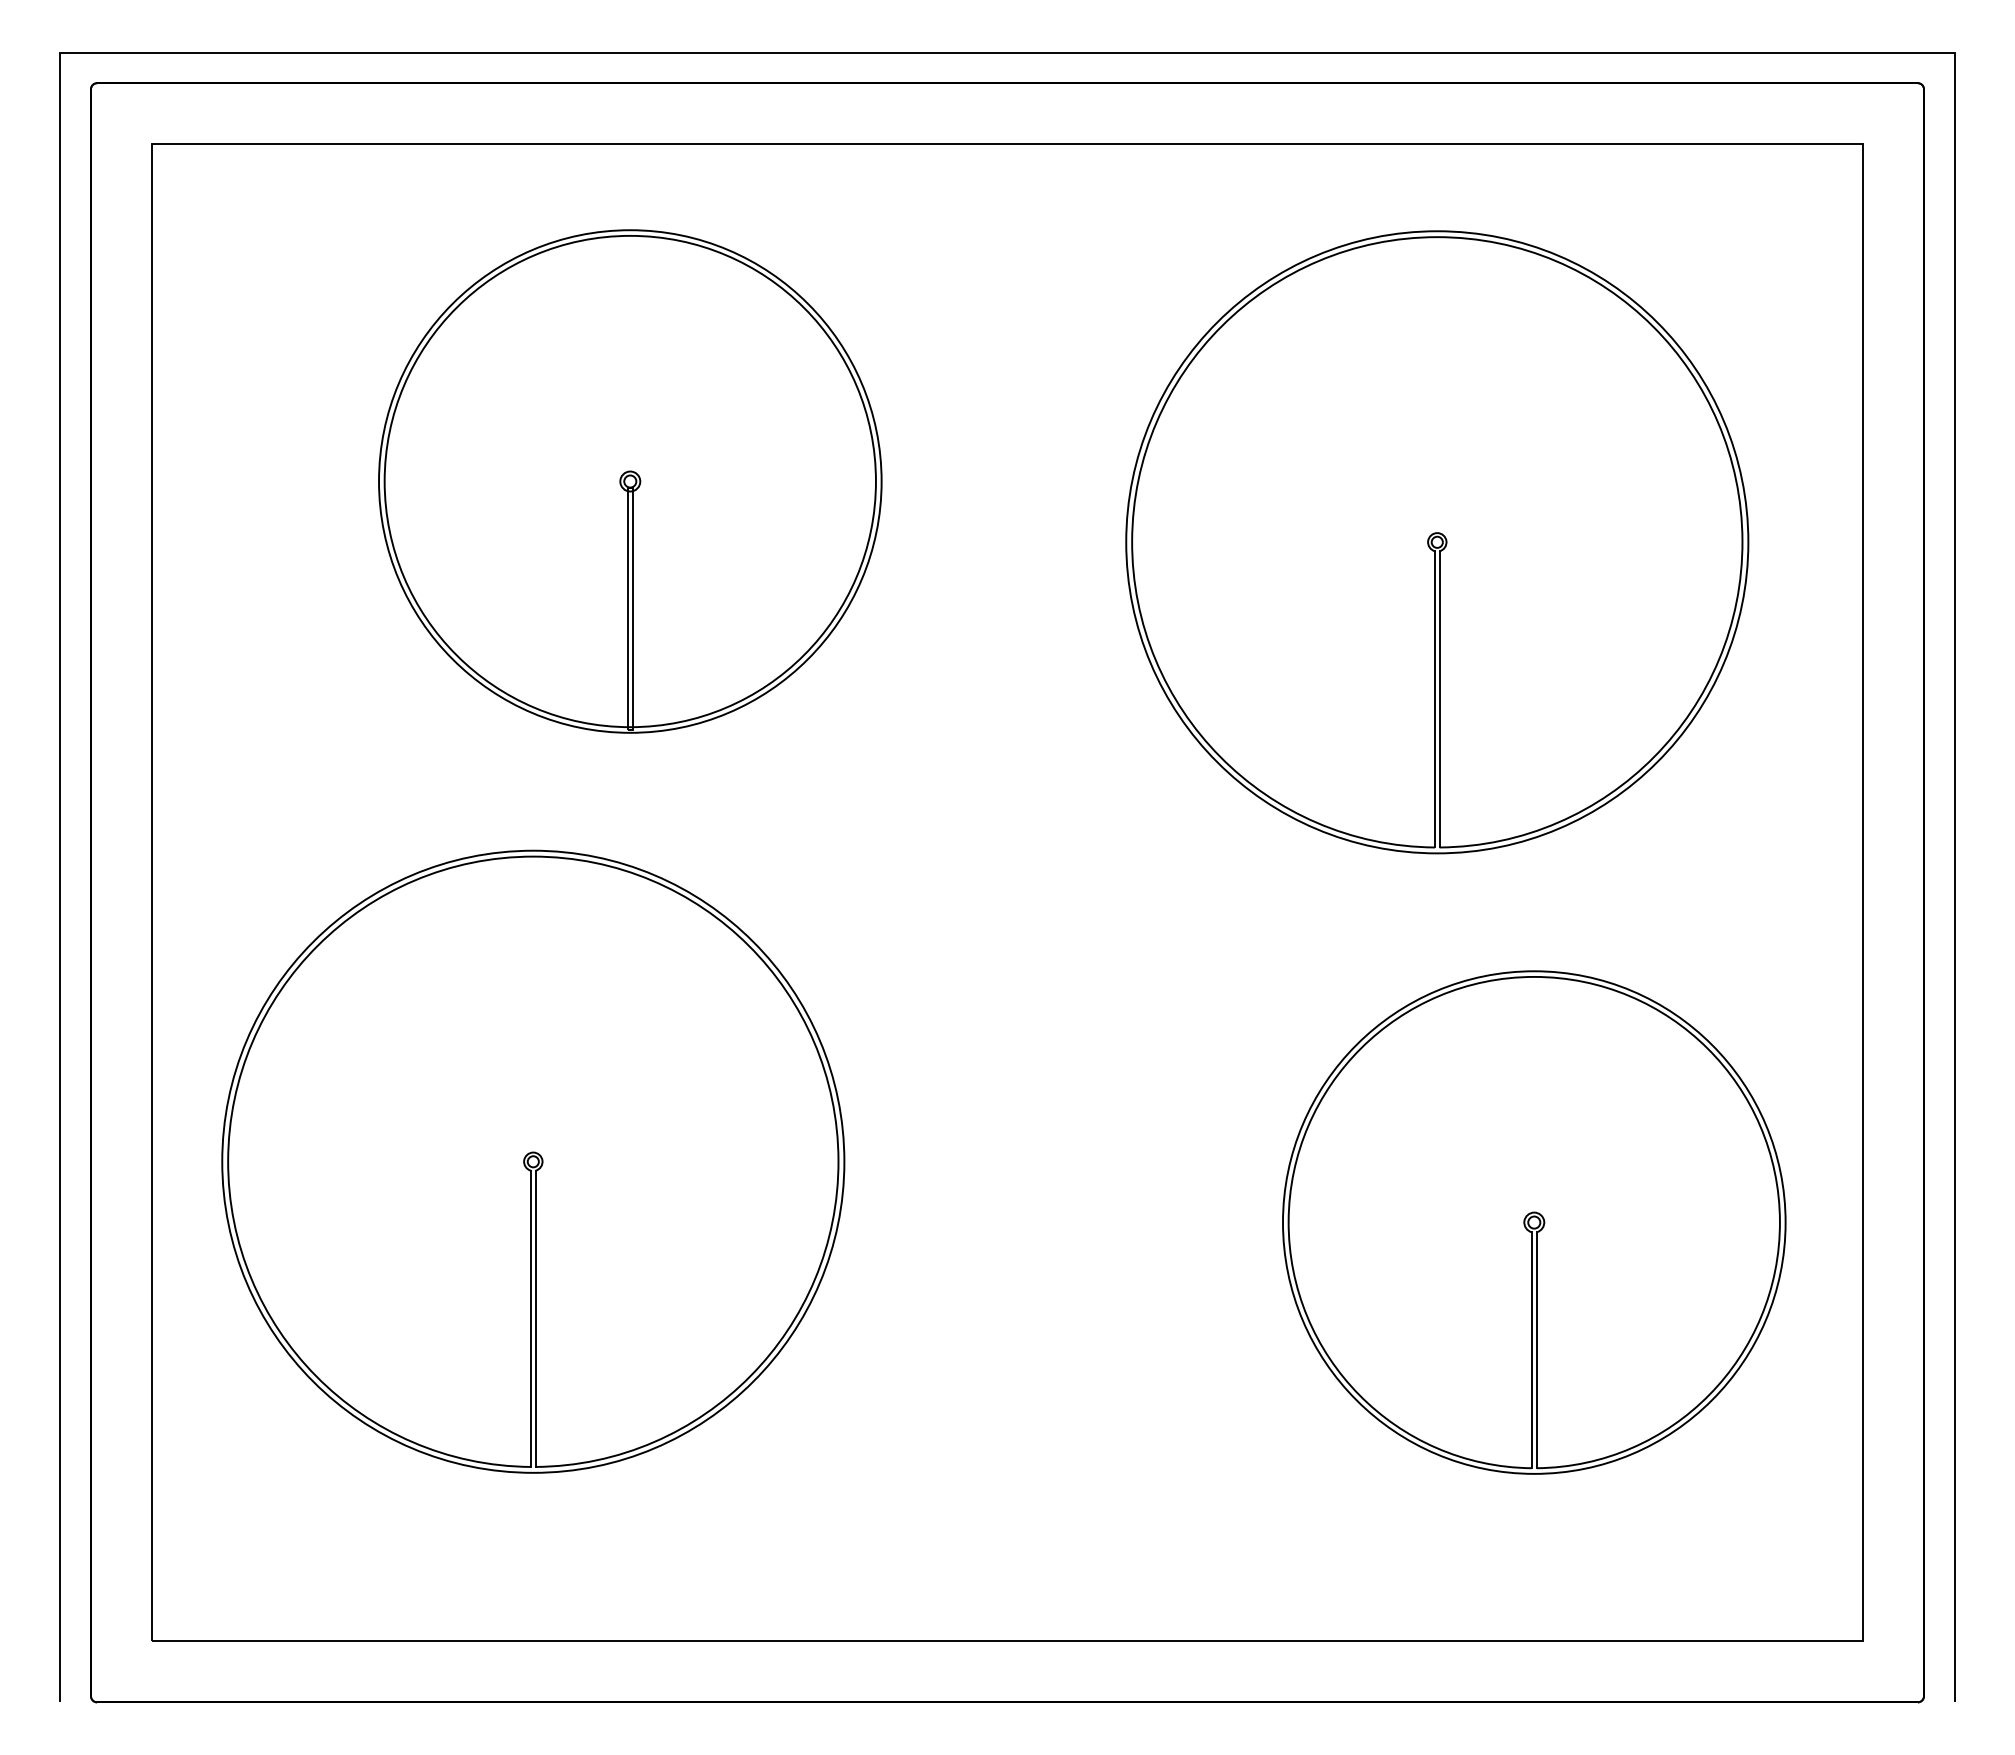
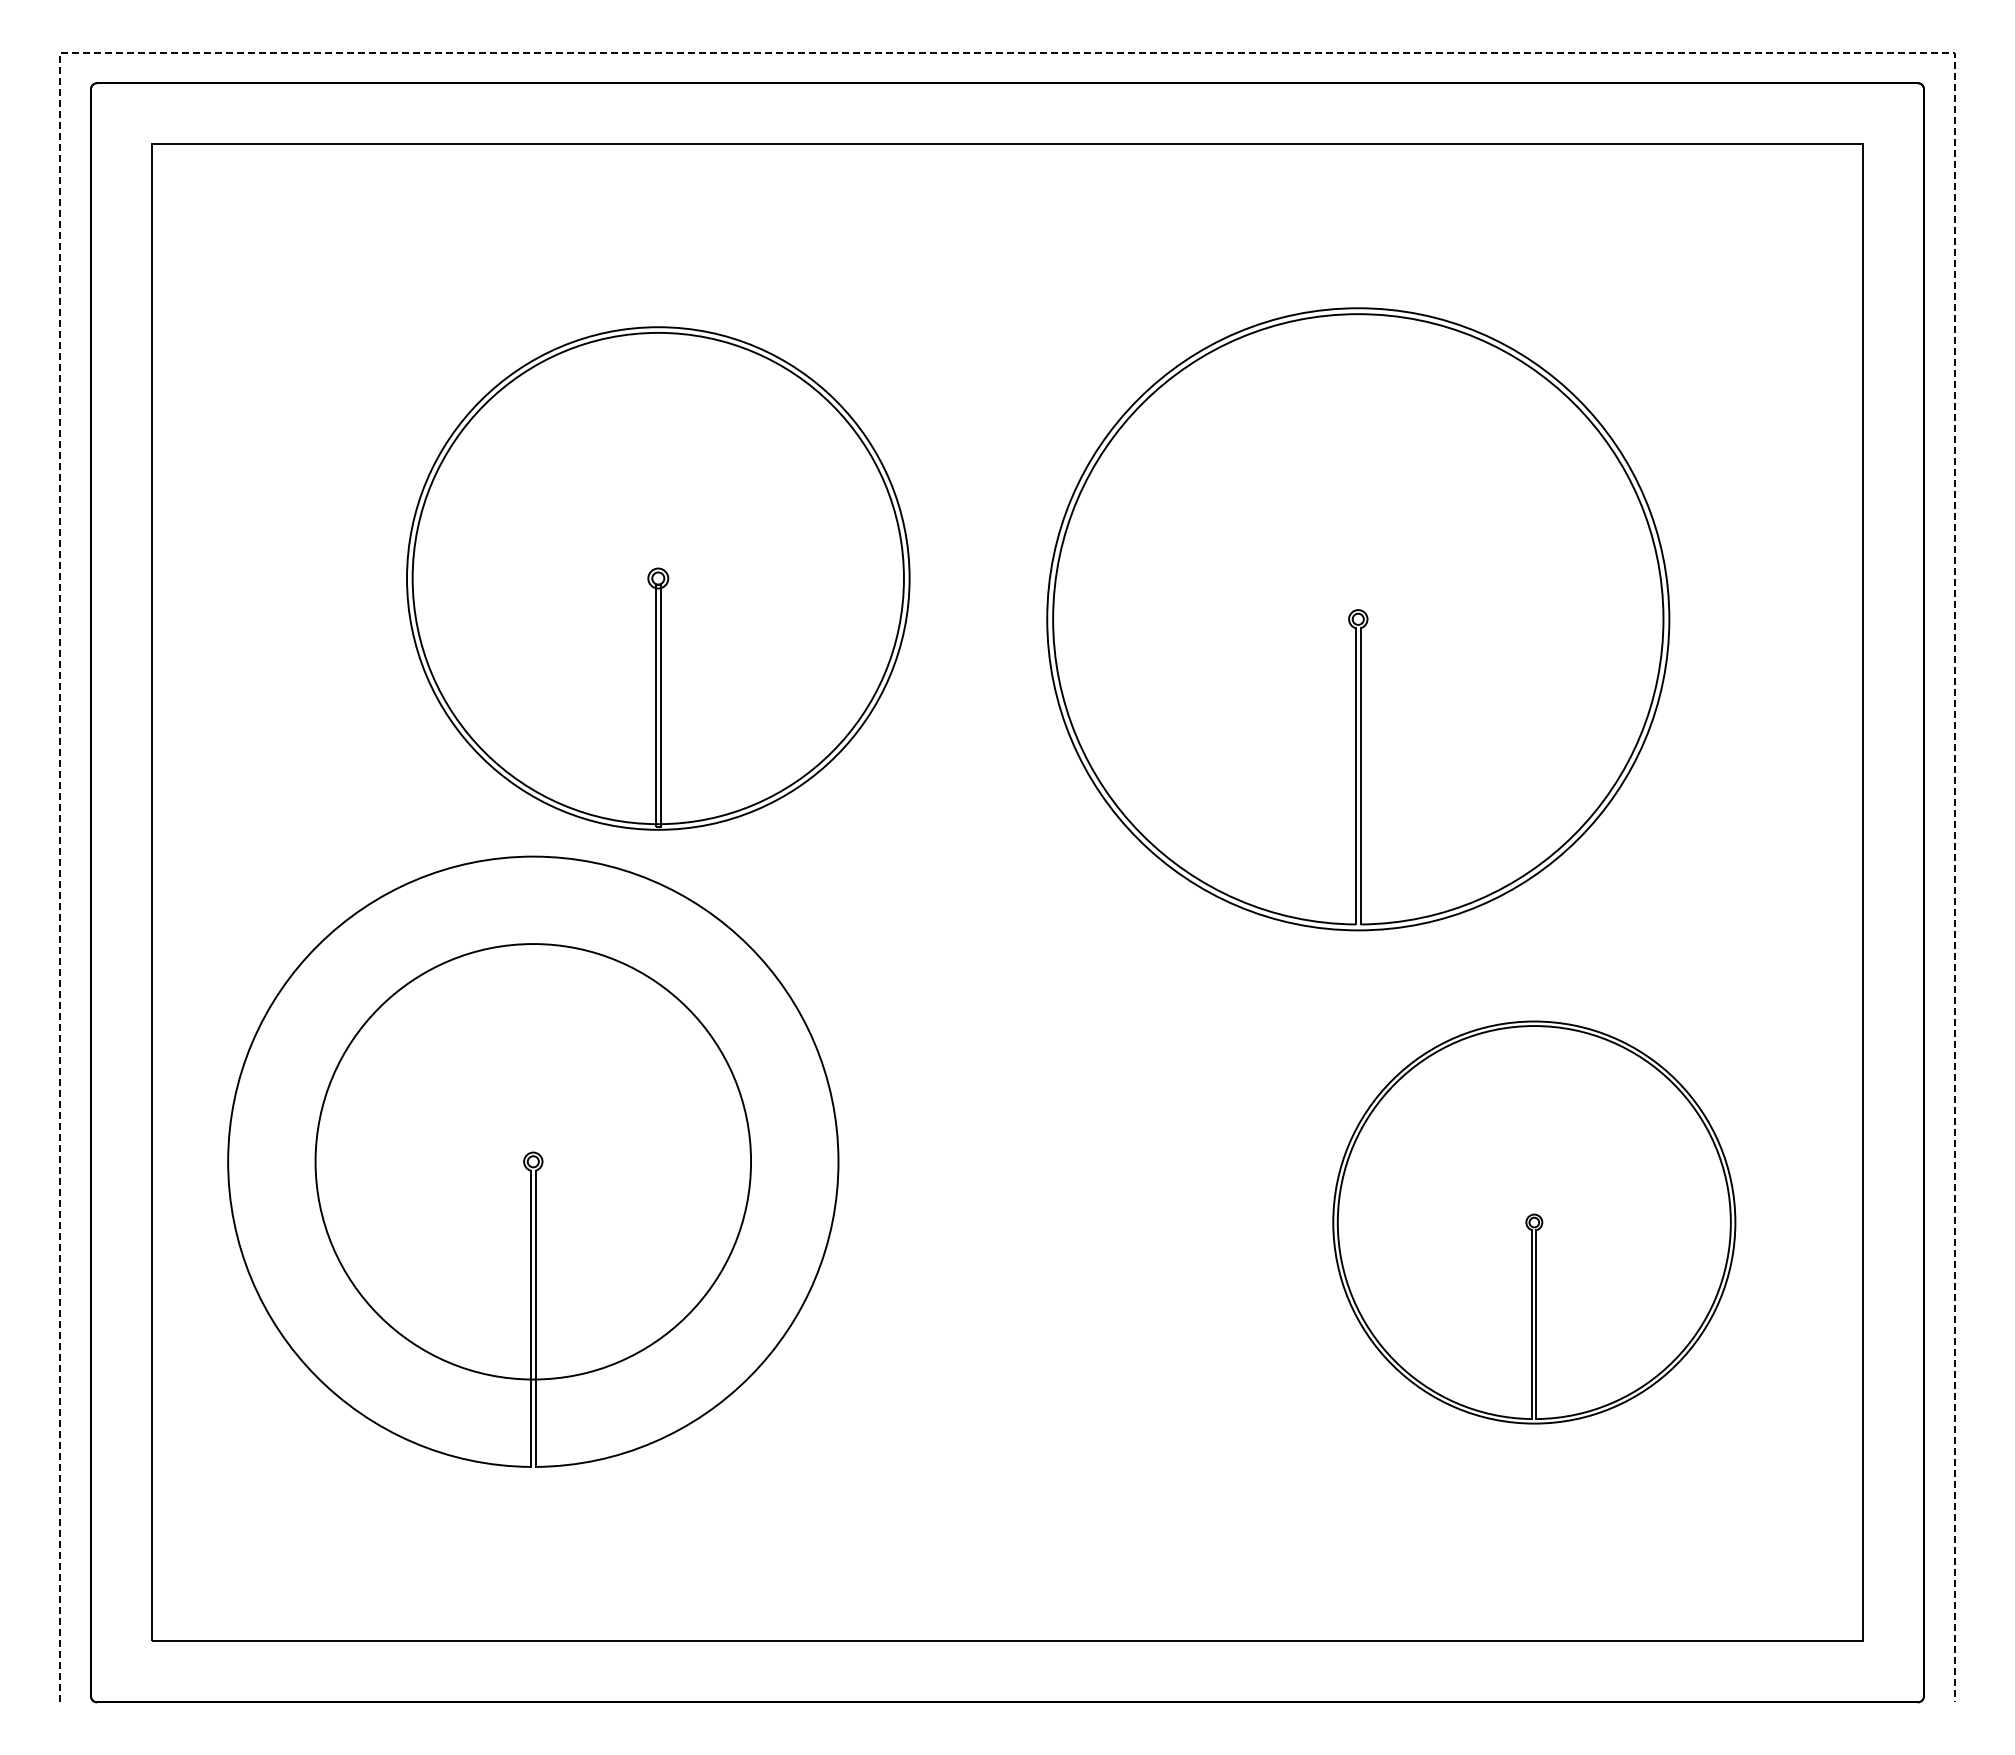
line at (1007, 52): solid -> dashed
part at (630, 481) position: (630, 481) -> (658, 578)
part at (1437, 542) position: (1437, 542) -> (1358, 619)
circle at (533, 1161) diameter: 622 px -> 435 px
part at (1534, 1222) size: 505x505 px -> 405x405 px
